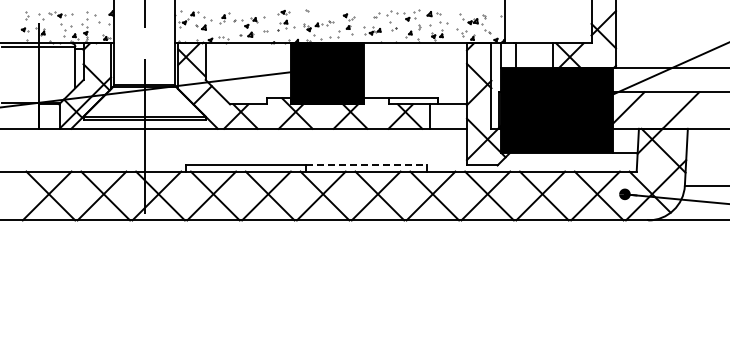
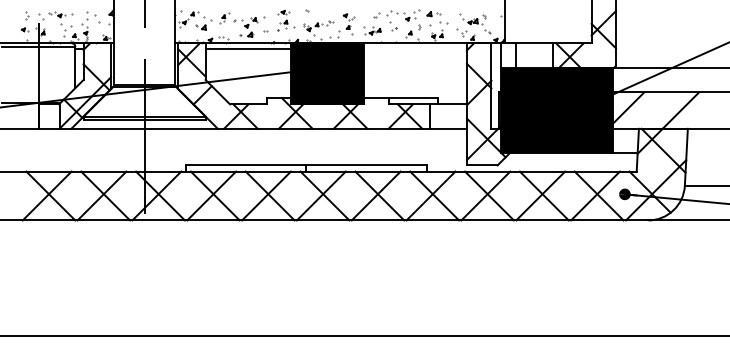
line at (248, 49): none -> present
line at (366, 165): dashed -> solid
line at (364, 335): none -> present
